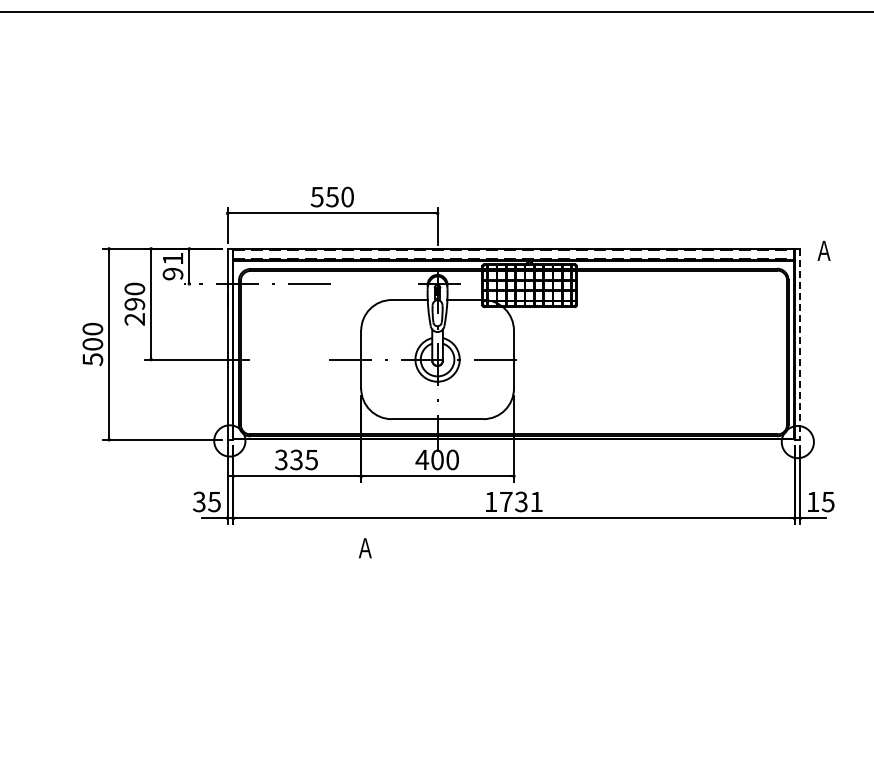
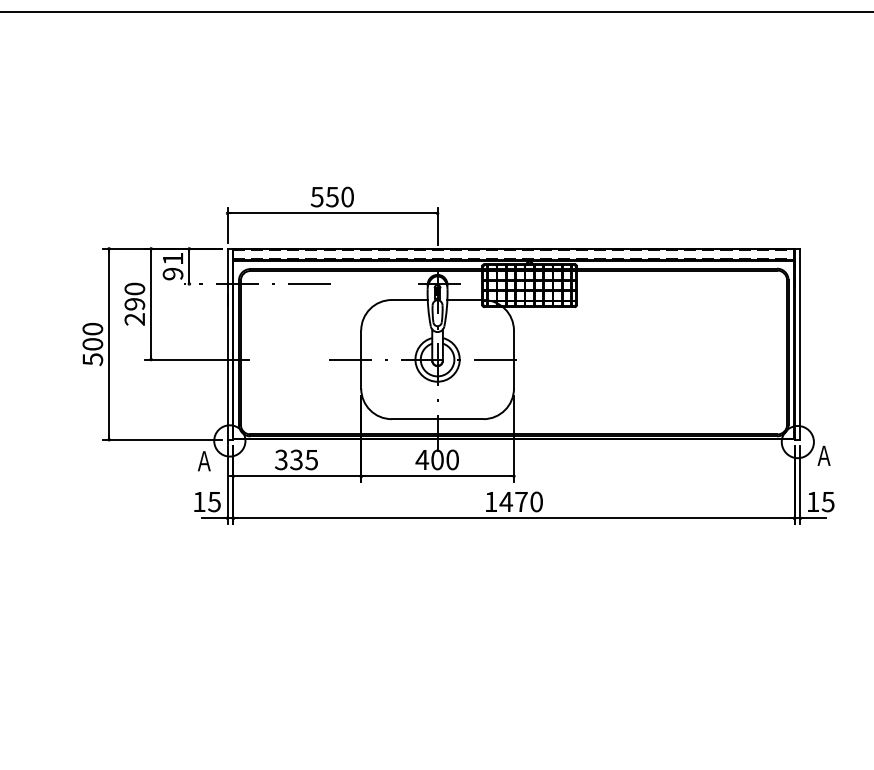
text at (823, 250) position: (823, 250) -> (823, 455)
line at (800, 344): dashed -> solid
text at (199, 501): 35 -> 15
text at (520, 501): 1731 -> 1470
text at (365, 548) position: (365, 548) -> (204, 461)
